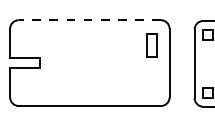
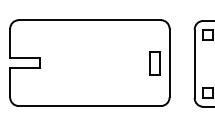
line at (89, 20): dashed -> solid
part at (151, 45) position: (151, 45) -> (154, 63)
